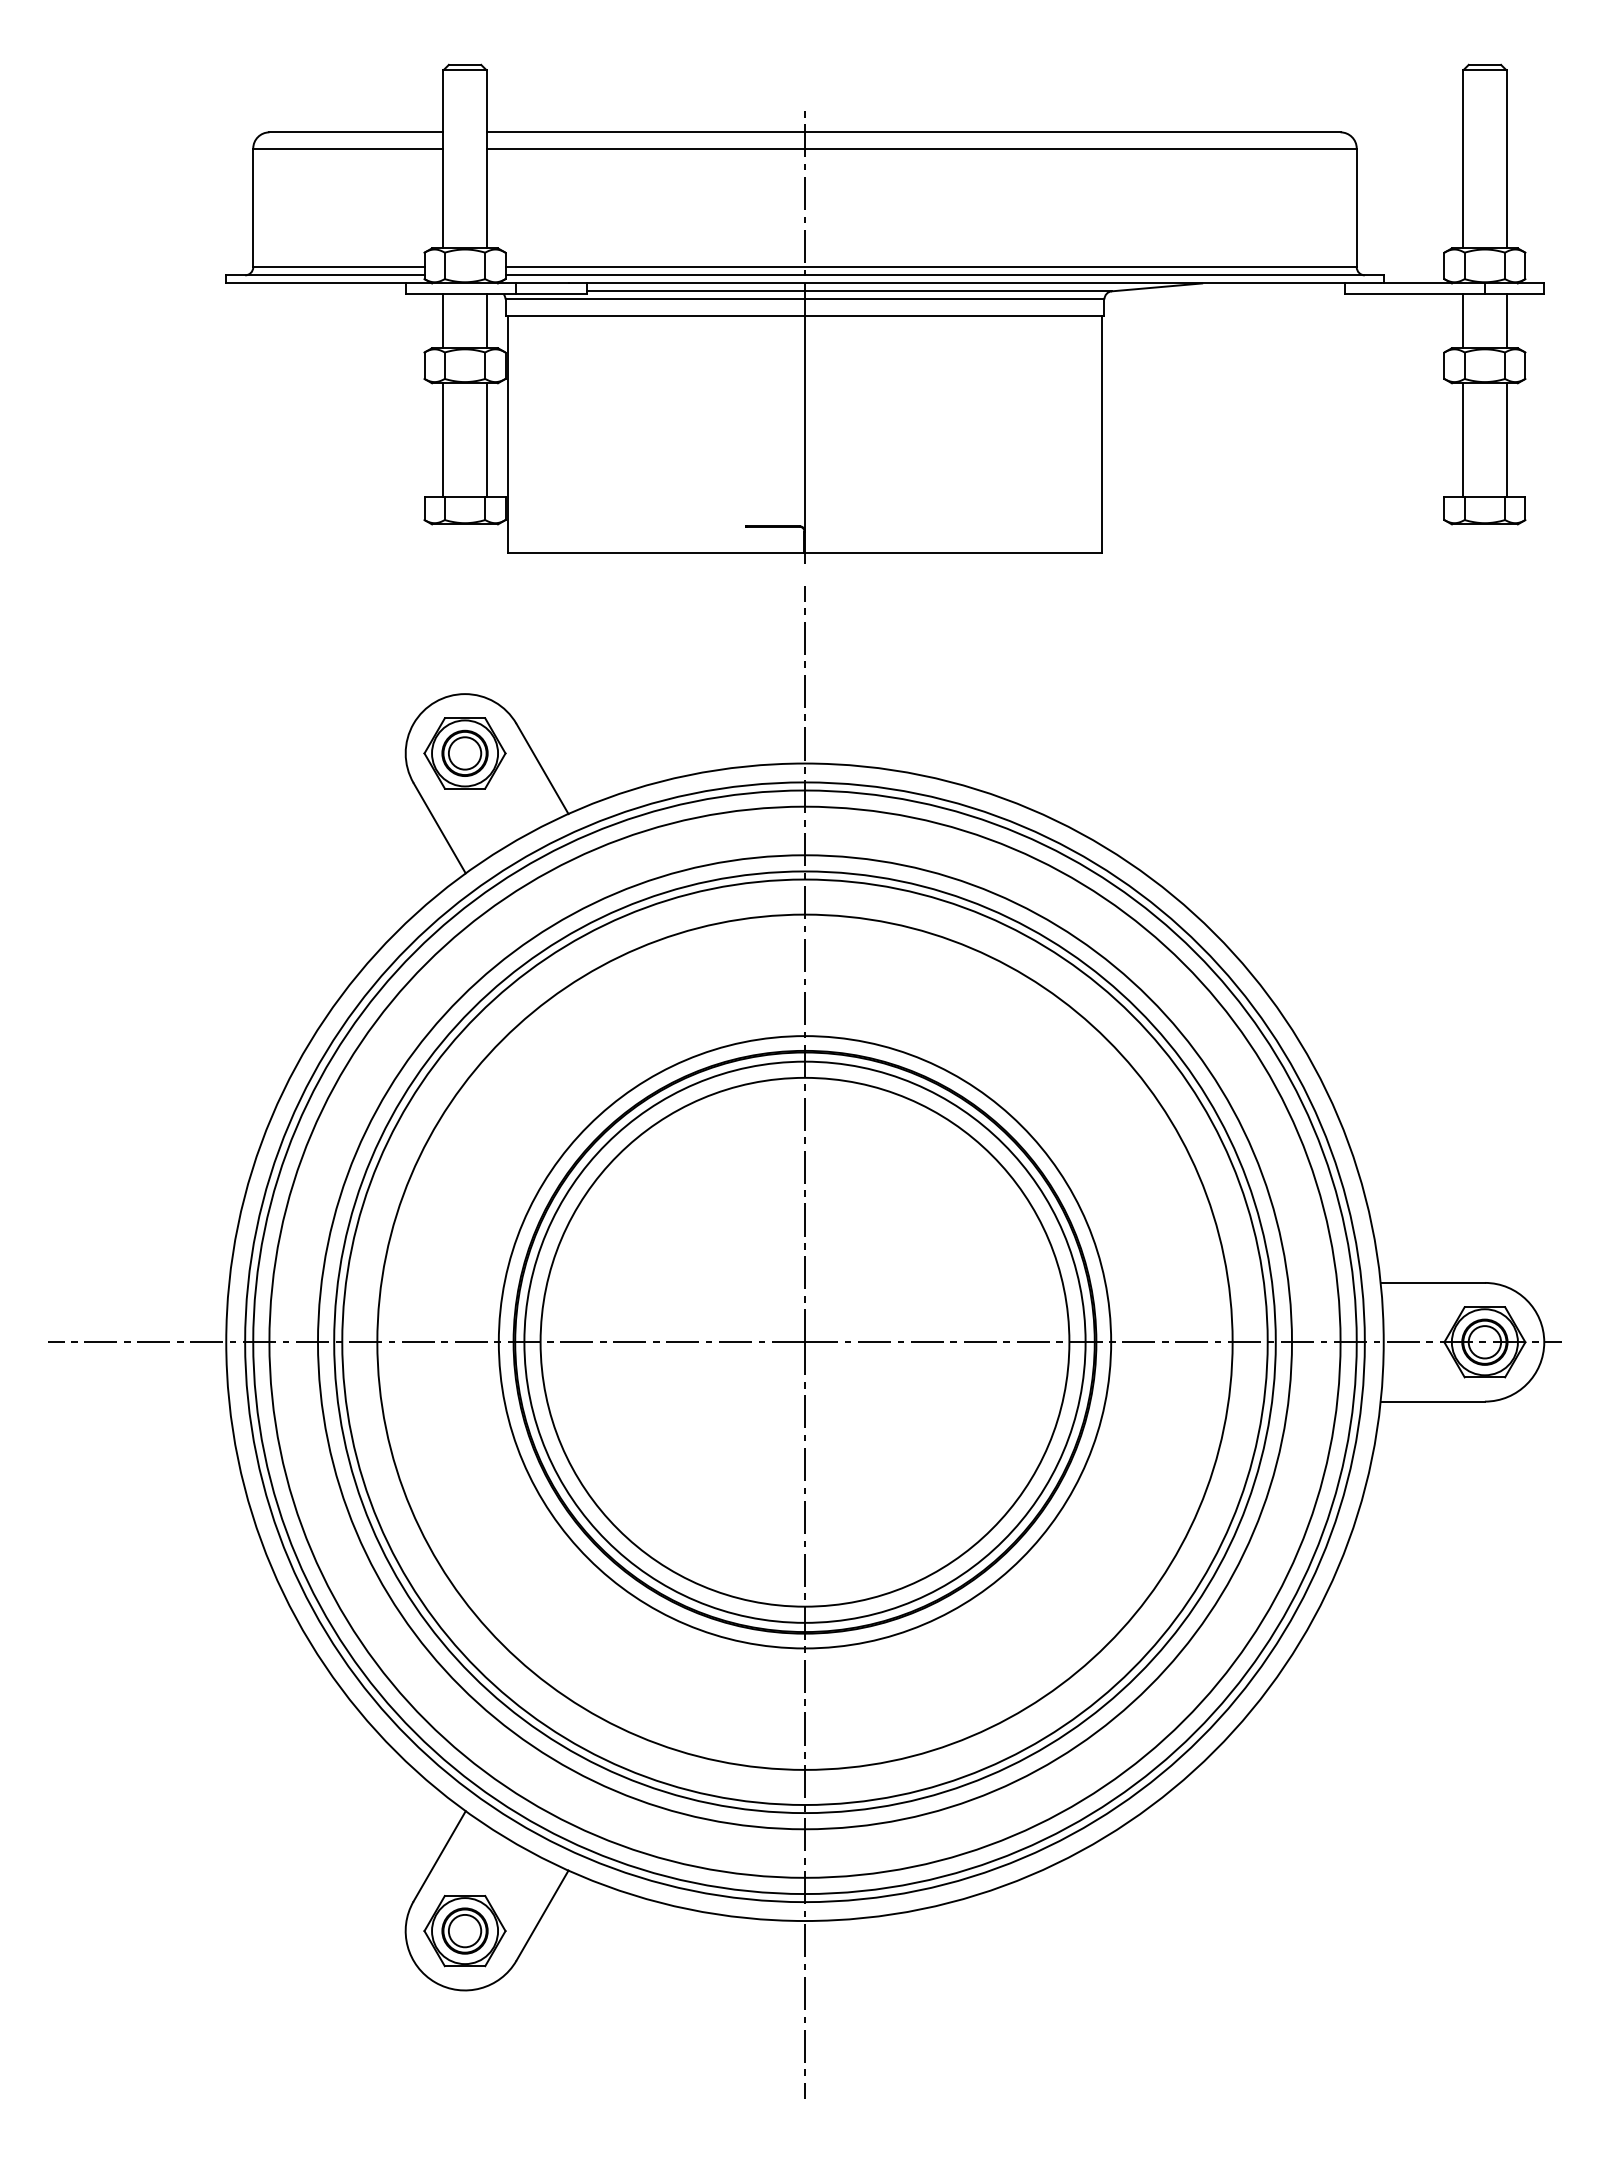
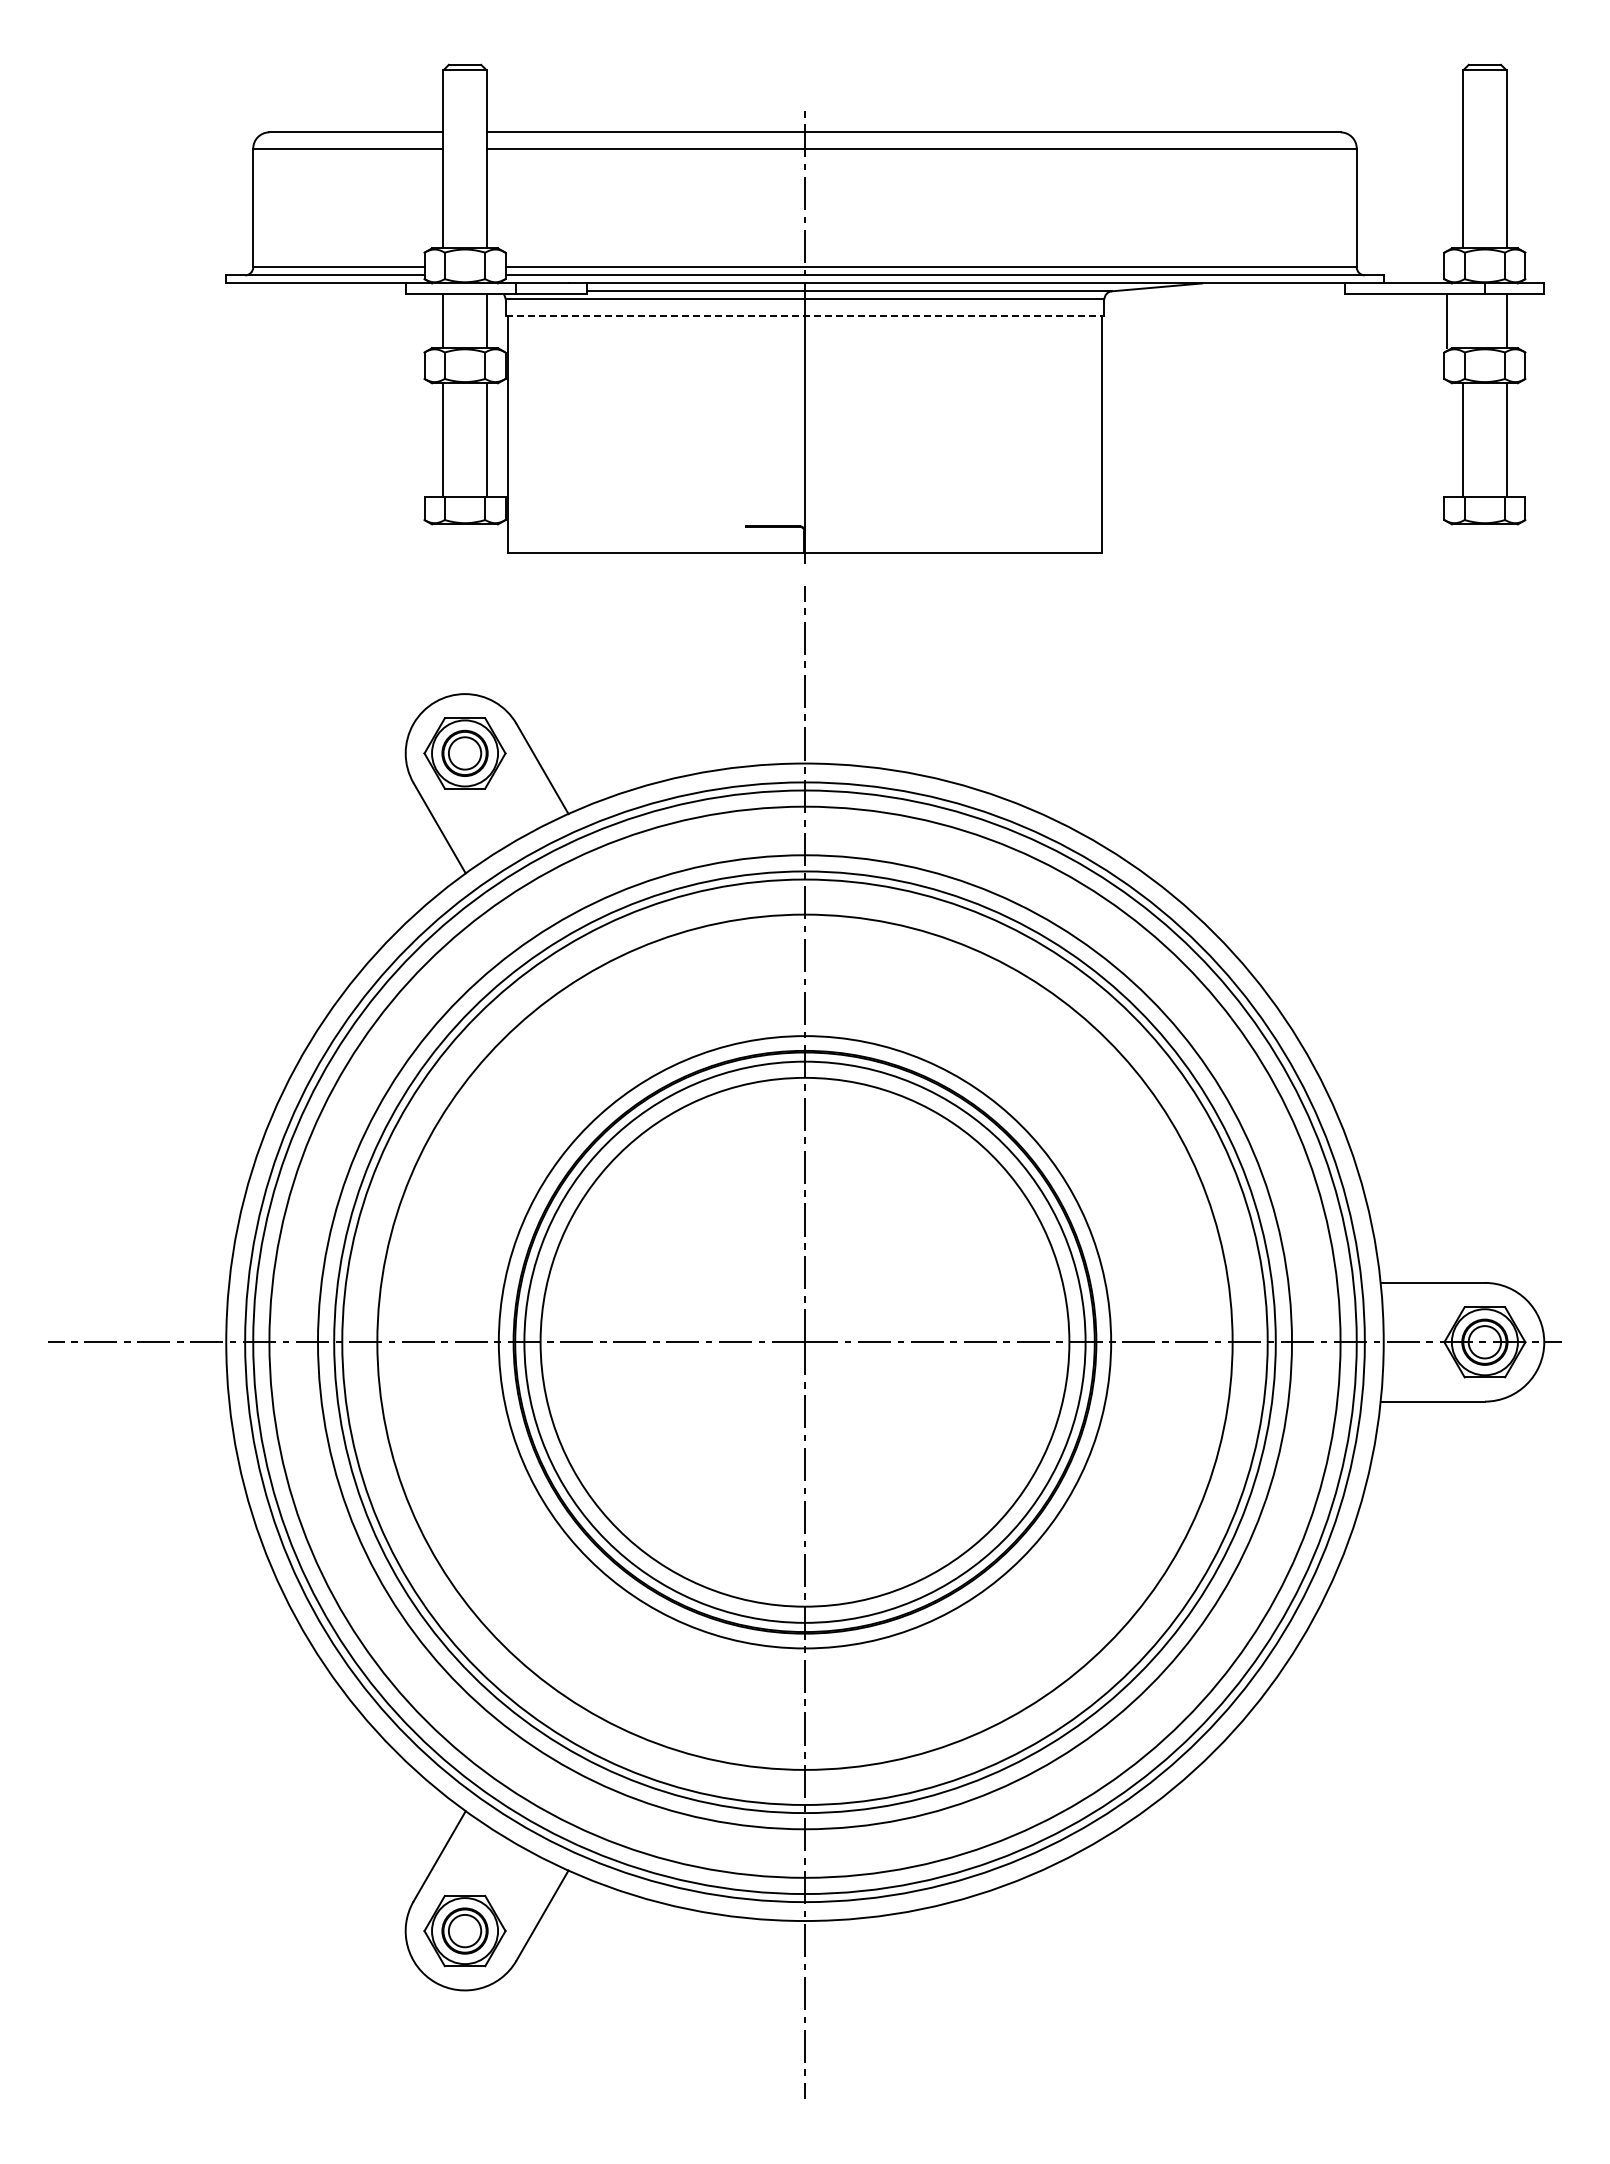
line at (805, 315): solid -> dashed
line at (1463, 321) position: (1463, 321) -> (1447, 321)
